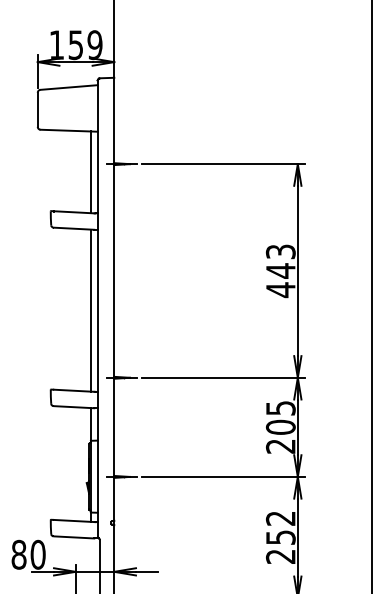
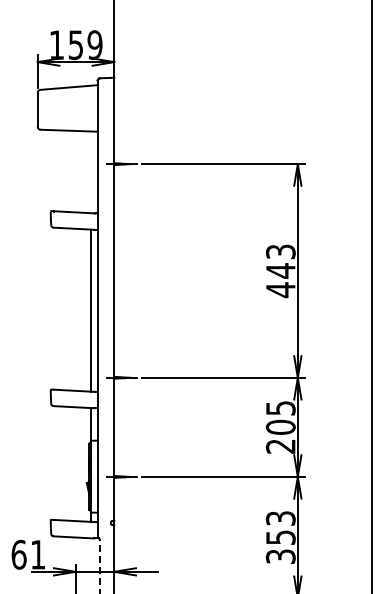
line at (90, 172): present -> none
text at (280, 537): 252 -> 353
text at (28, 554): 80 -> 61
line at (99, 566): solid -> dashed
